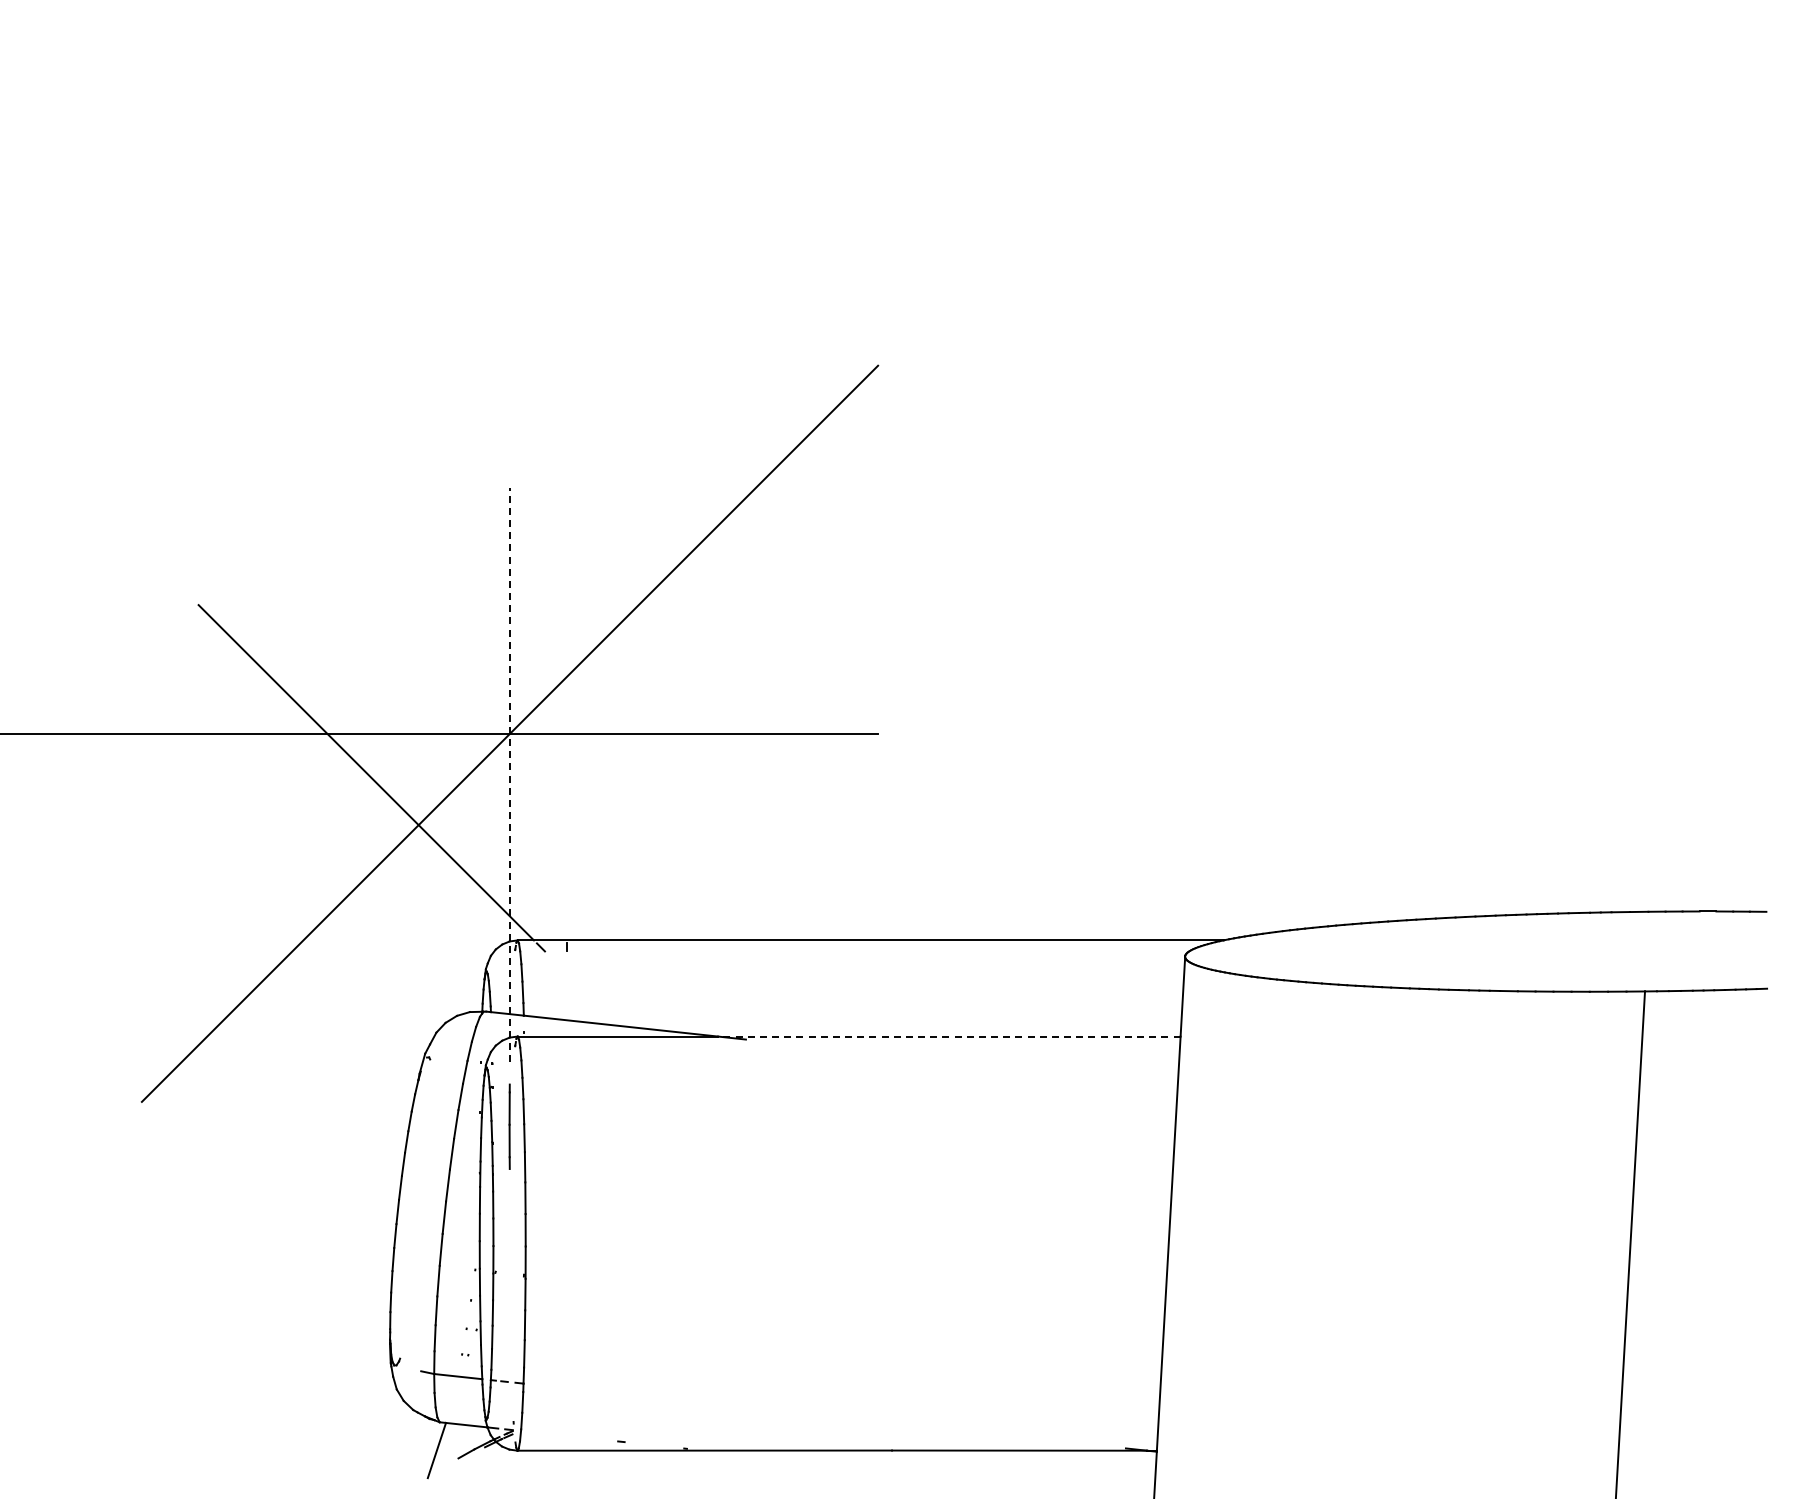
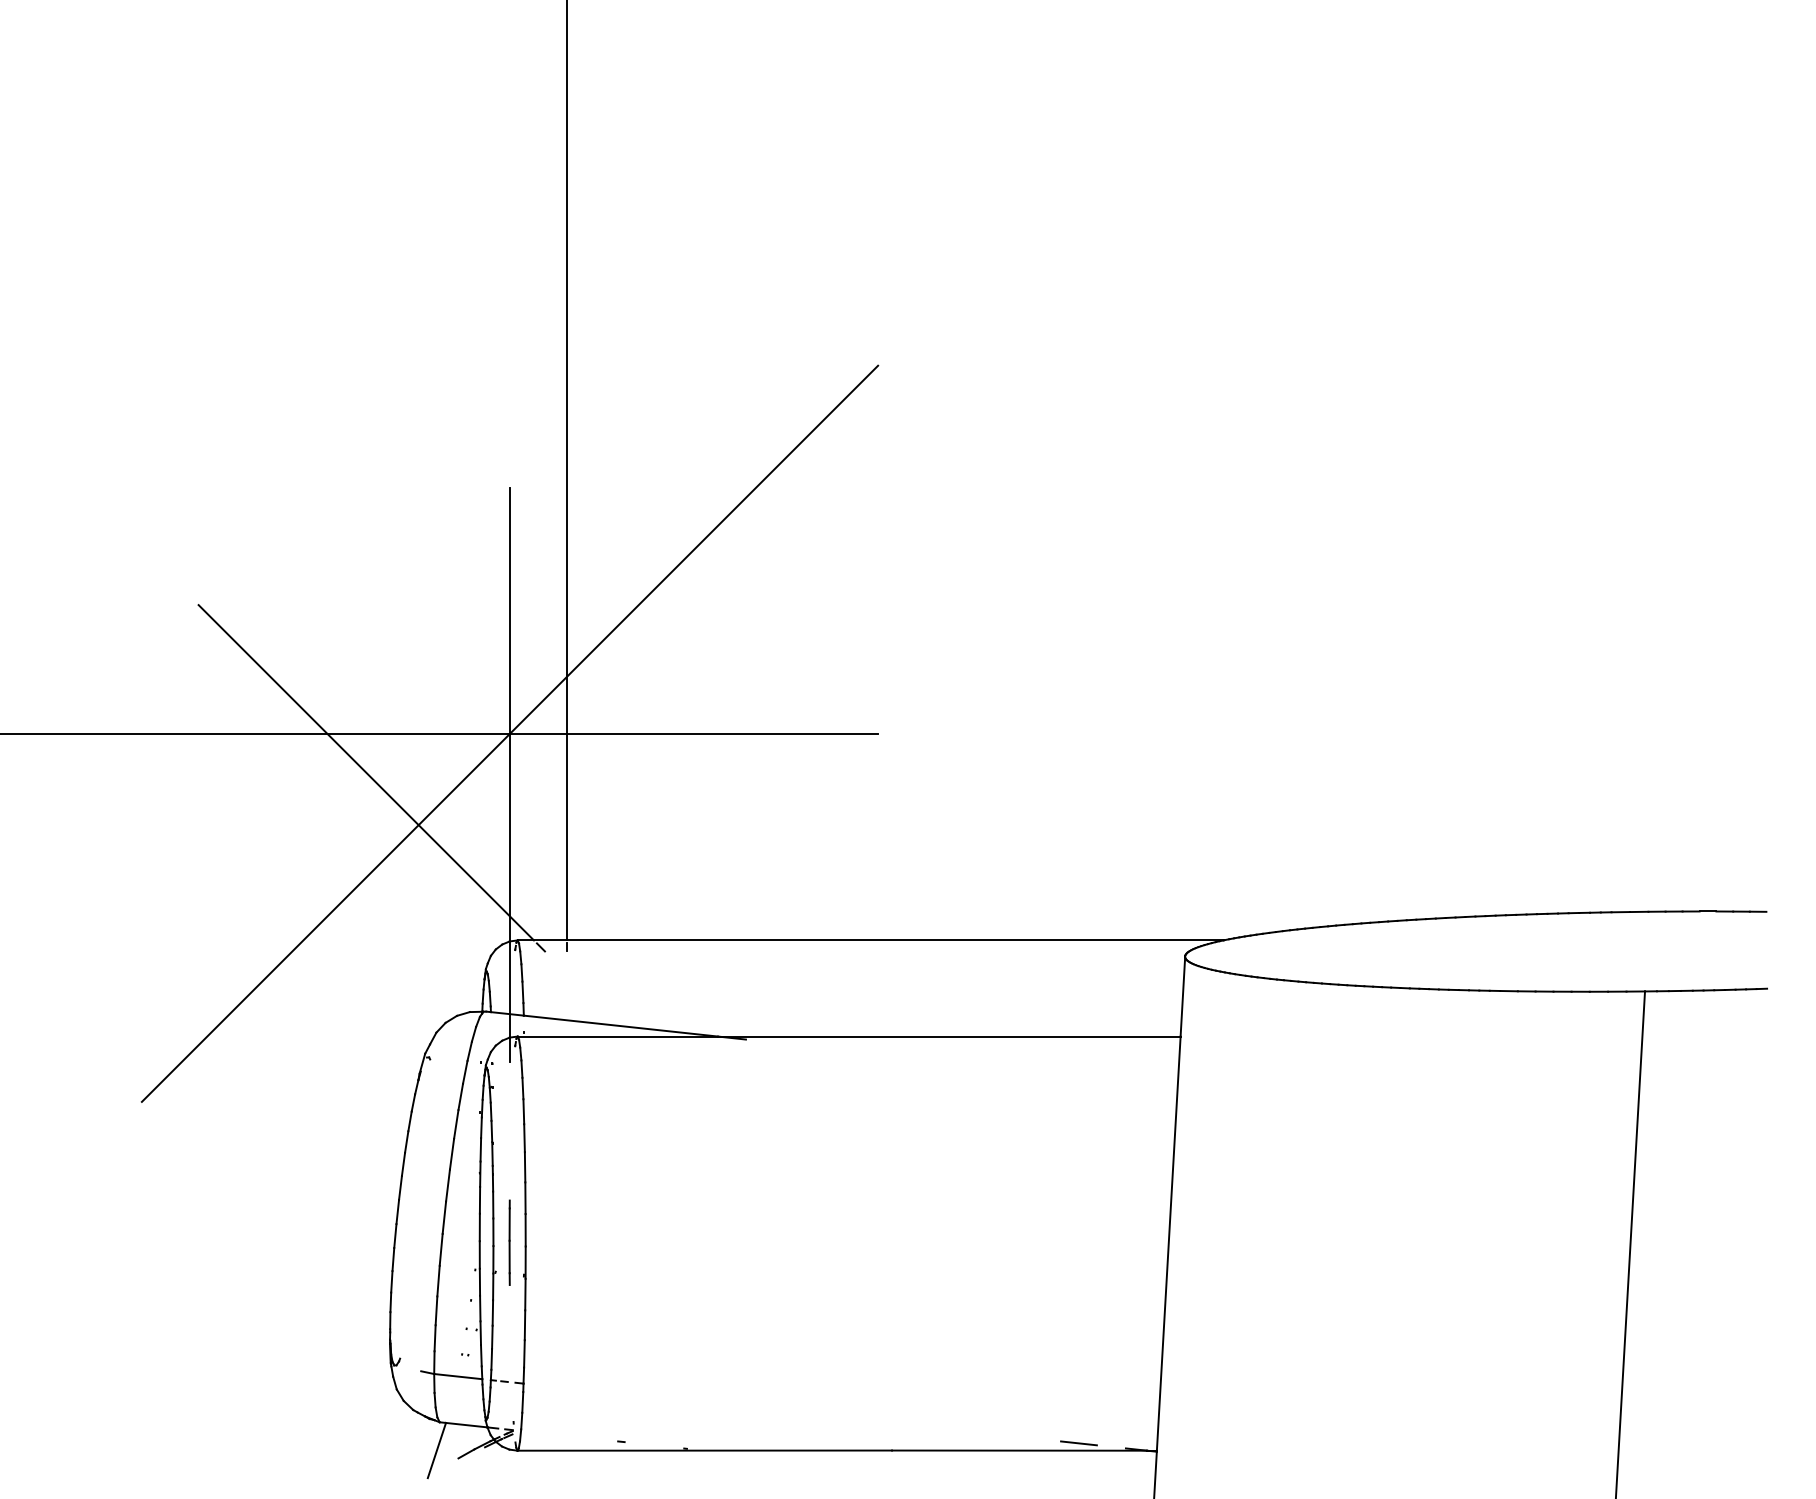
line at (566, 471): none -> present
line at (510, 775): dashed -> solid
line at (948, 1036): dashed -> solid
line at (509, 1126) position: (509, 1126) -> (509, 1242)
line at (1078, 1443): none -> present
